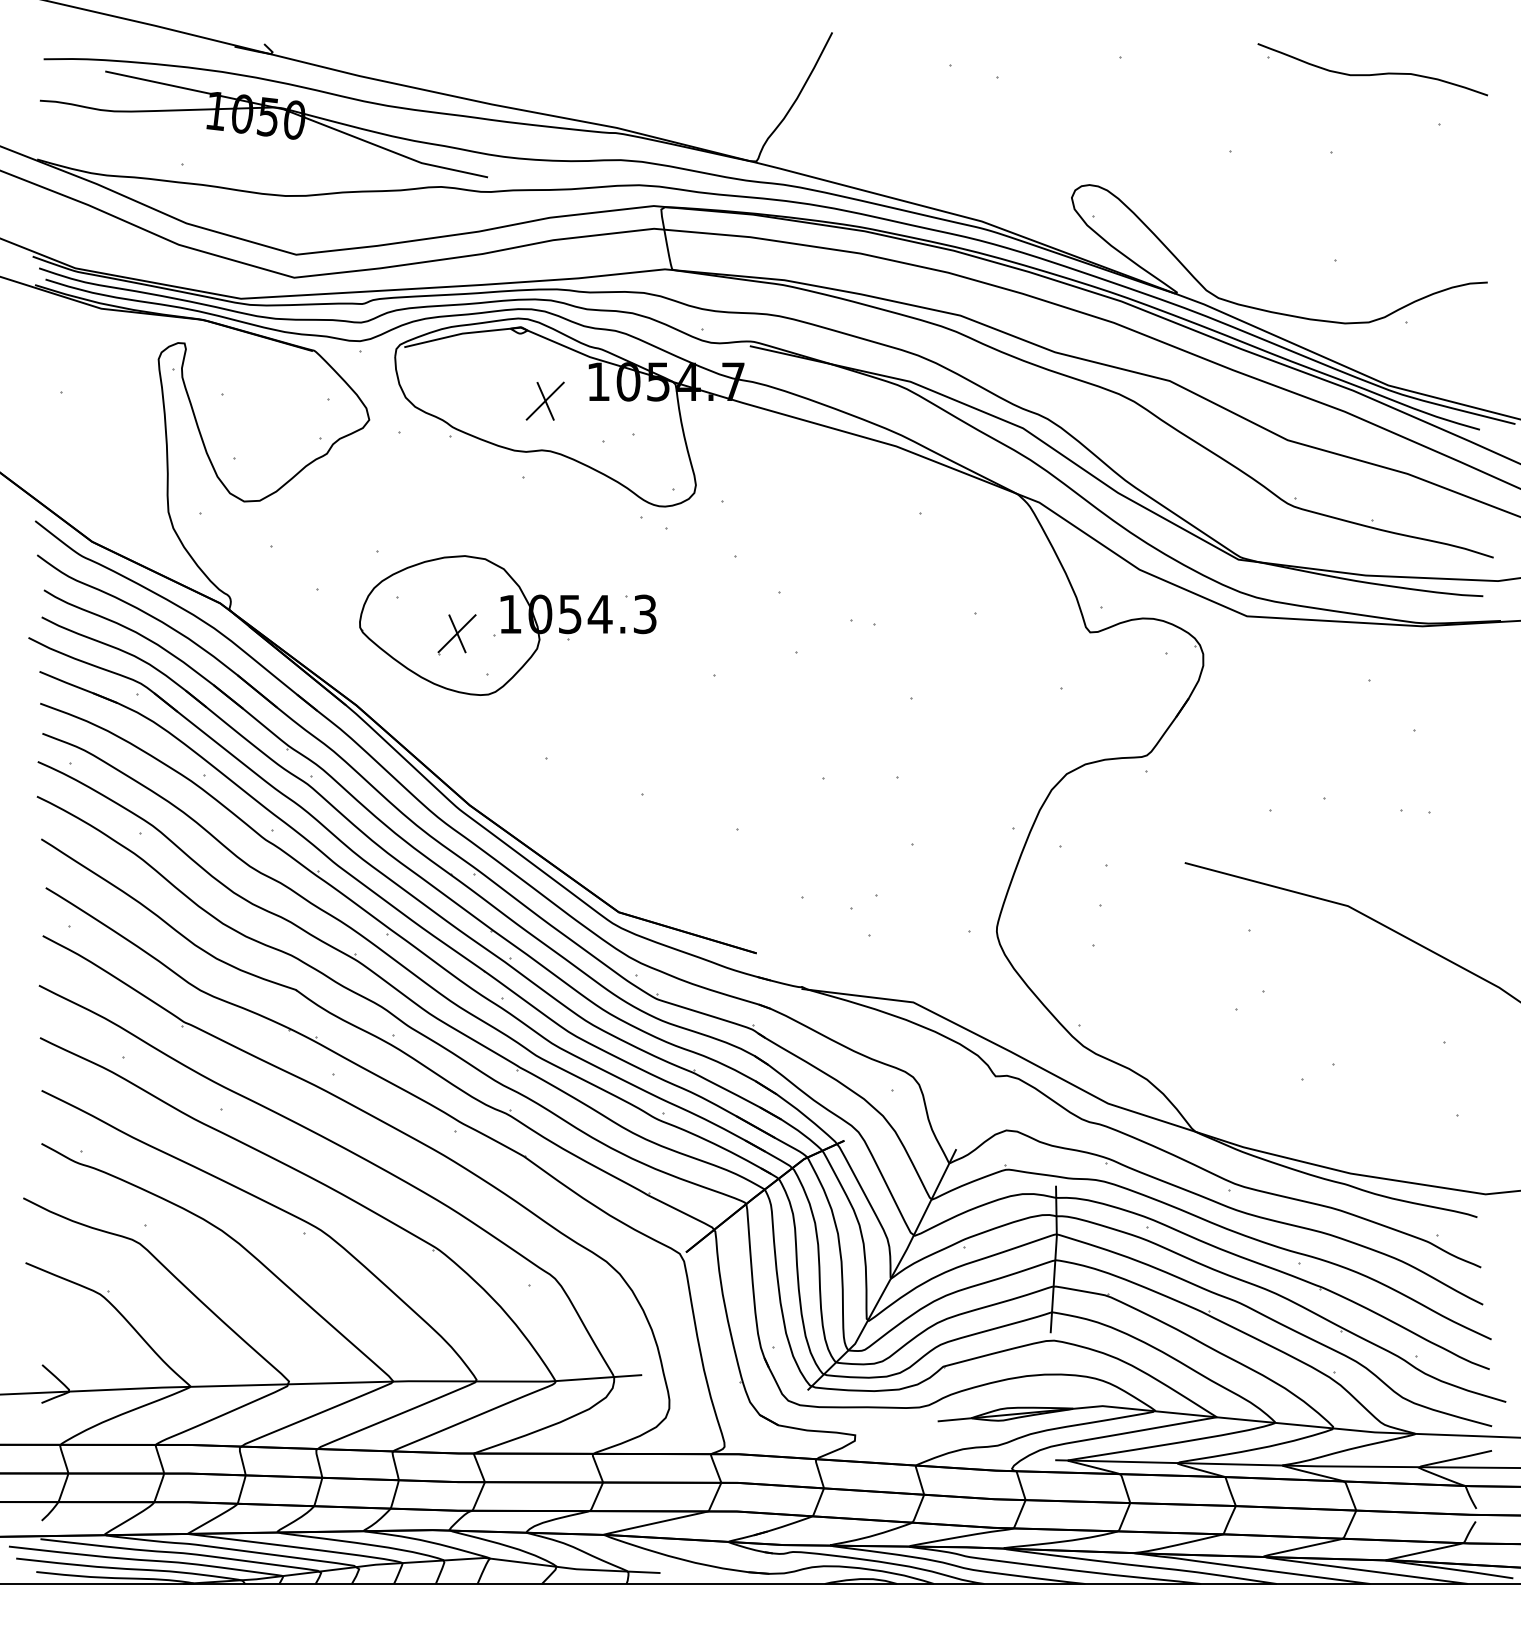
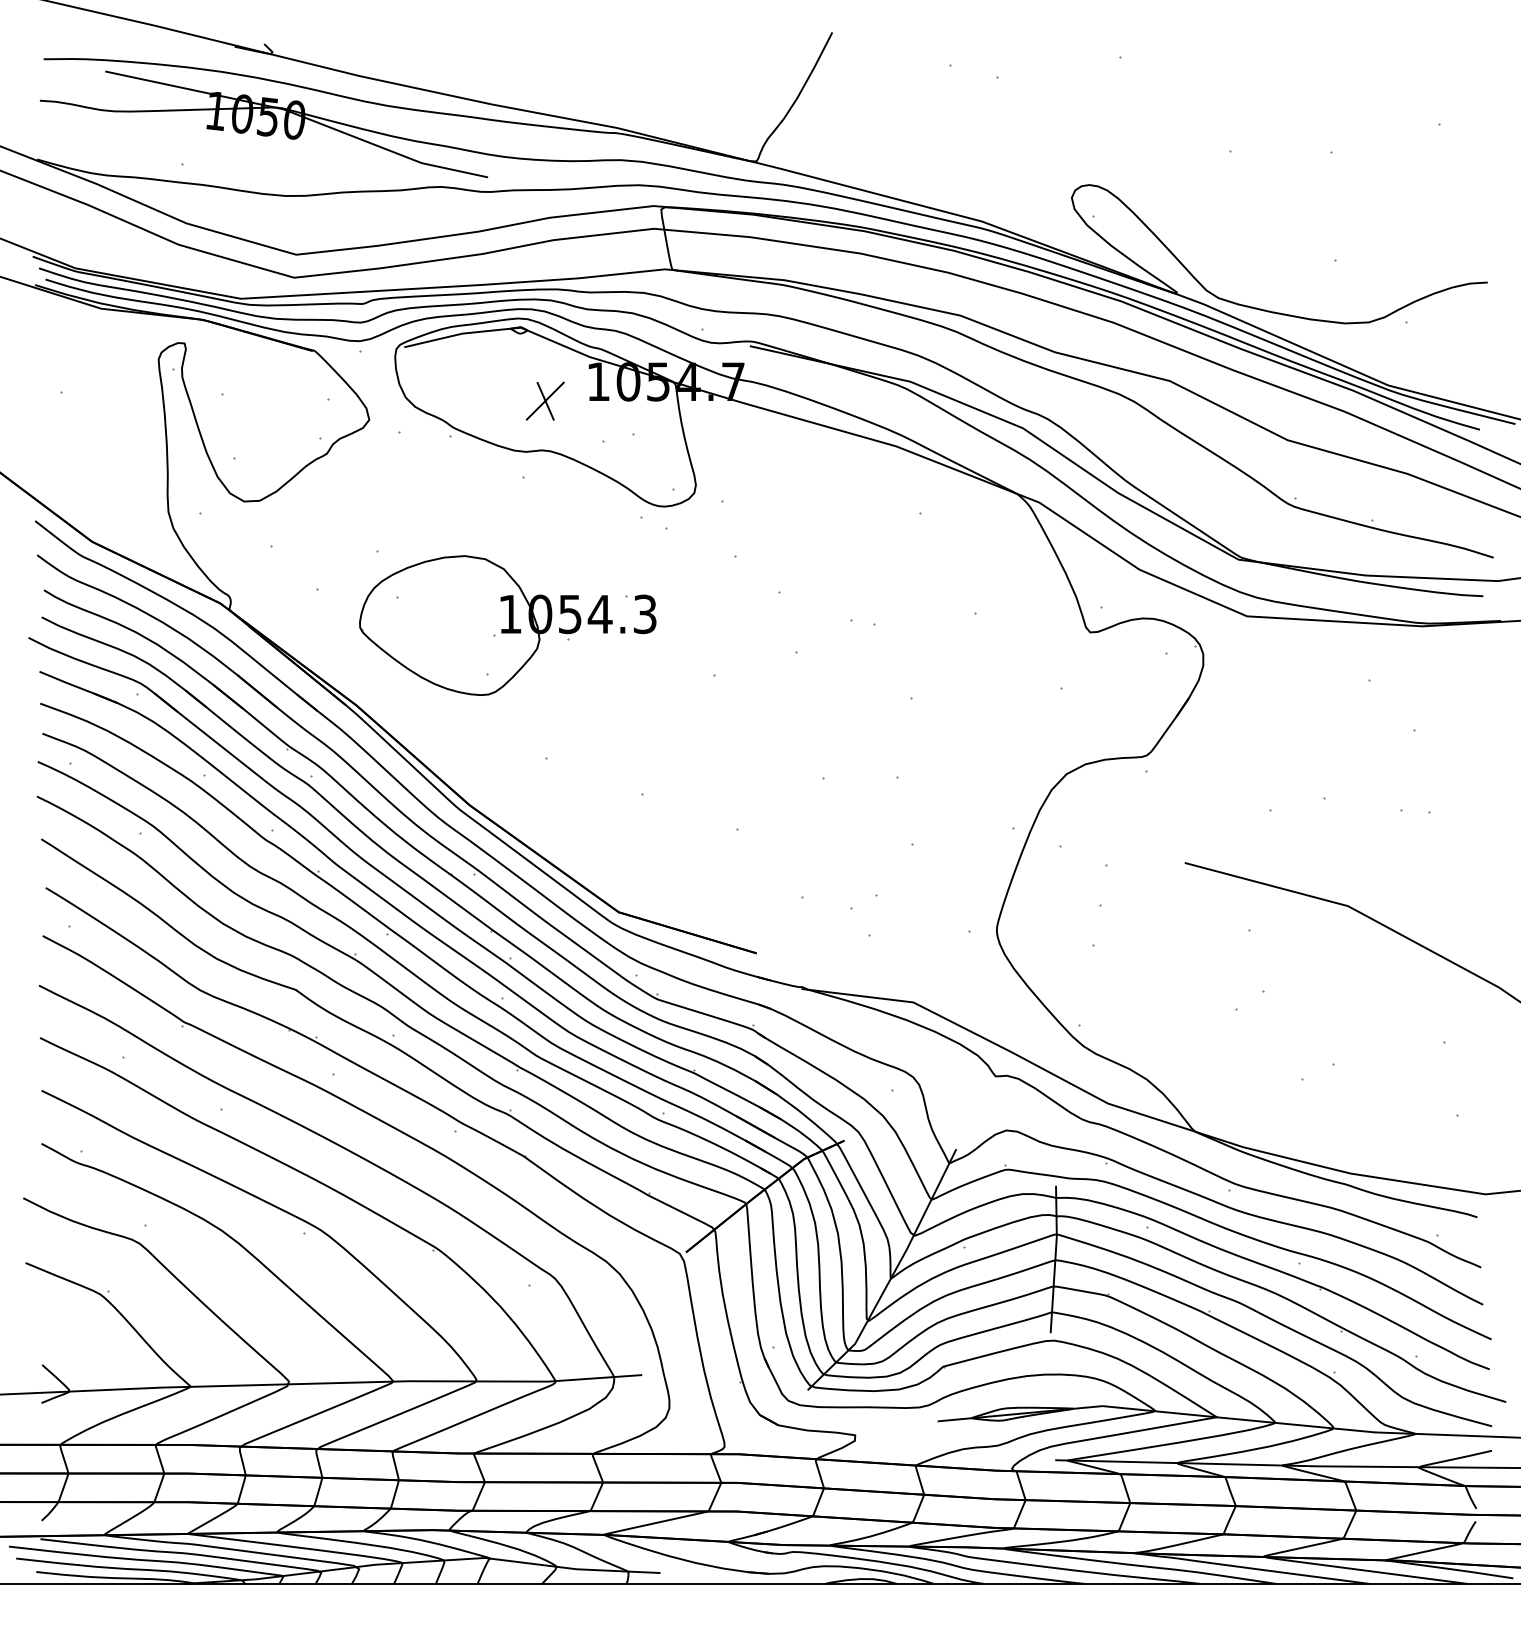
part at (1372, 69): present -> none
part at (456, 634): present -> none
